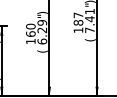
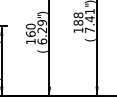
text at (78, 15): 187 -> 188
